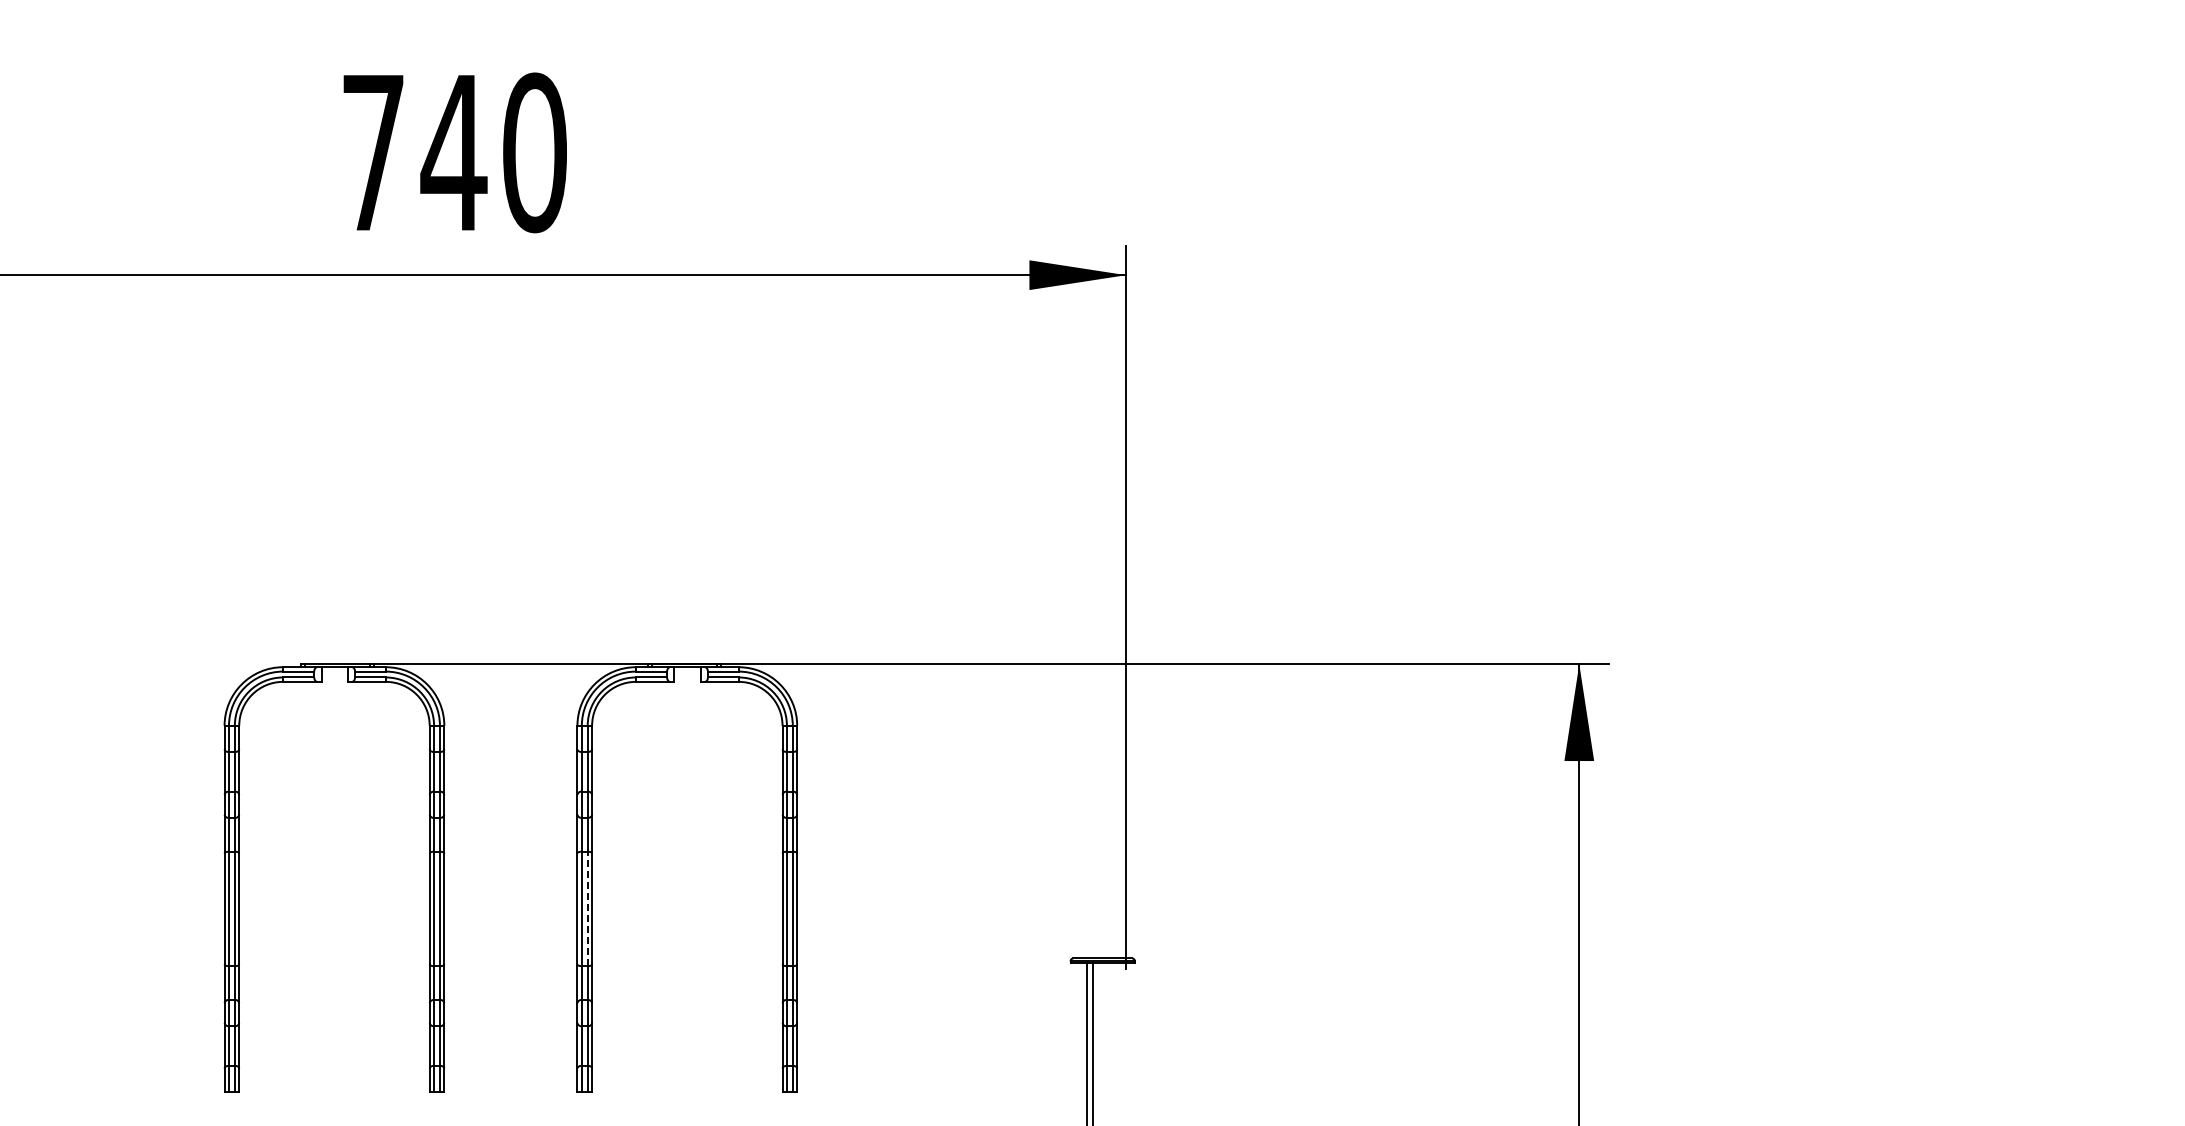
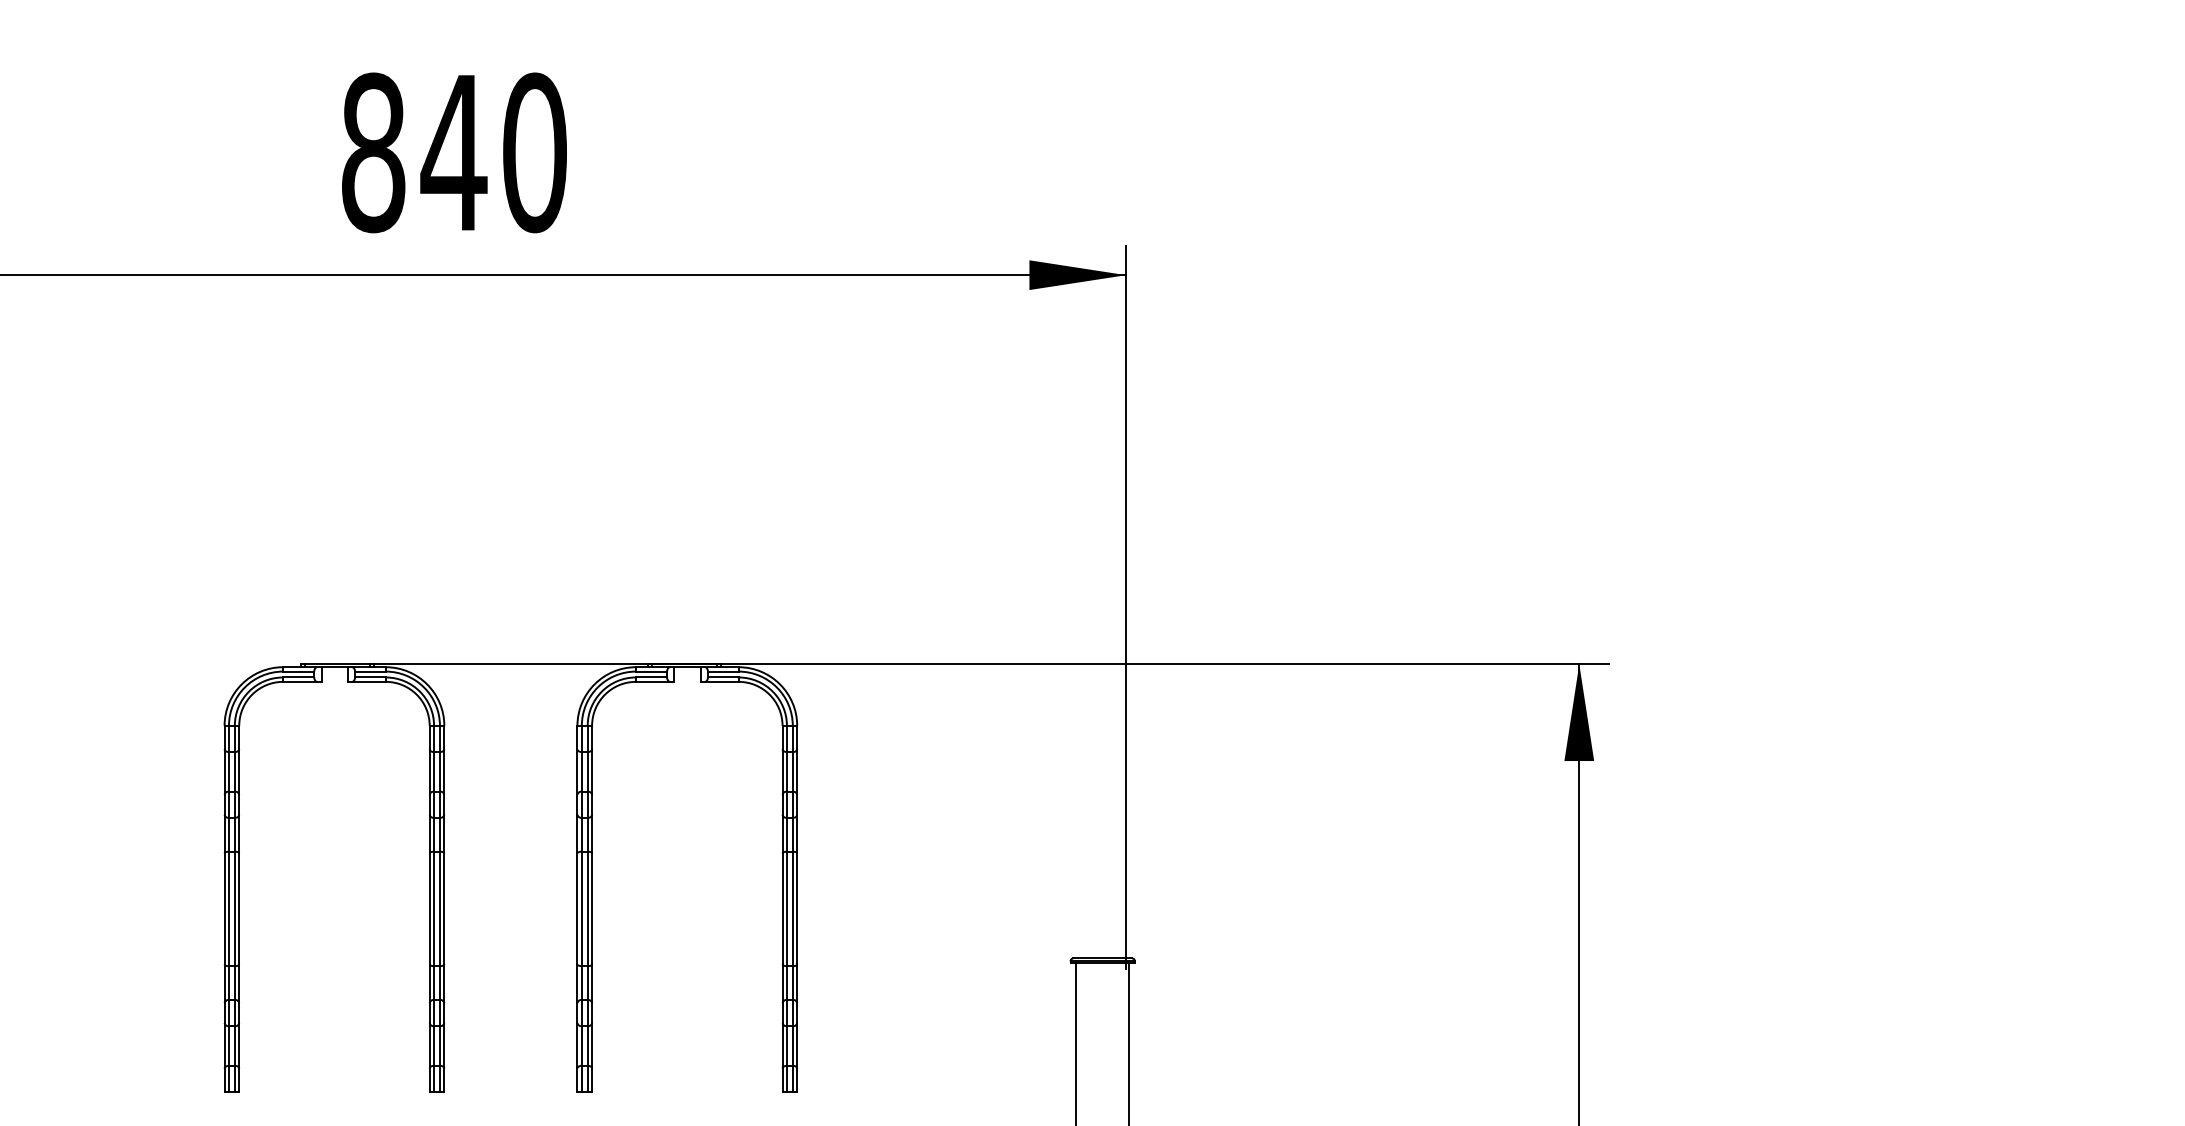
text at (373, 152): 740 -> 840
line at (587, 908): dashed -> solid
line at (1087, 1042) position: (1087, 1042) -> (1129, 1042)
line at (1093, 1042) position: (1093, 1042) -> (1076, 1042)
